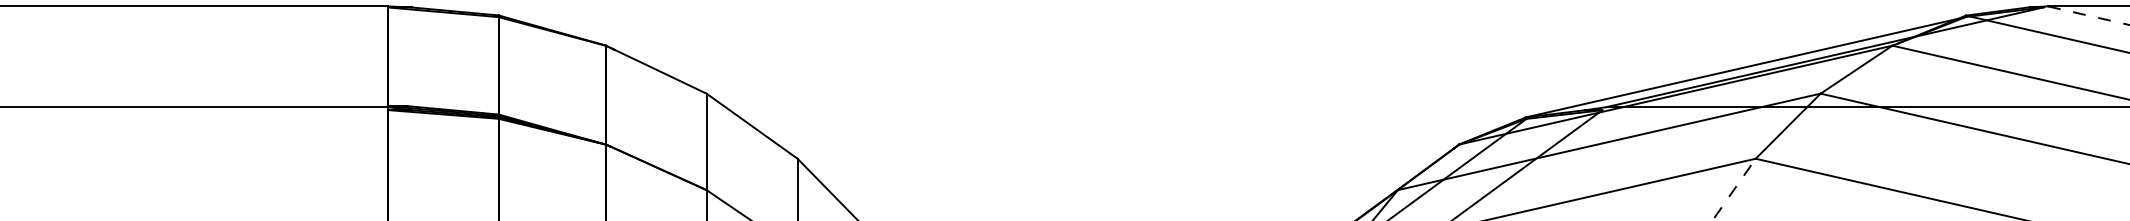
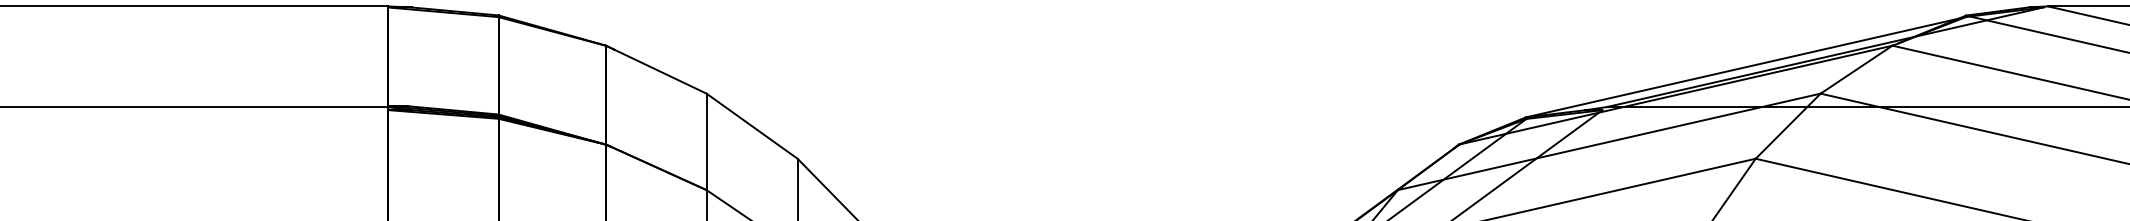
line at (2088, 15): dashed -> solid
line at (1734, 189): dashed -> solid
